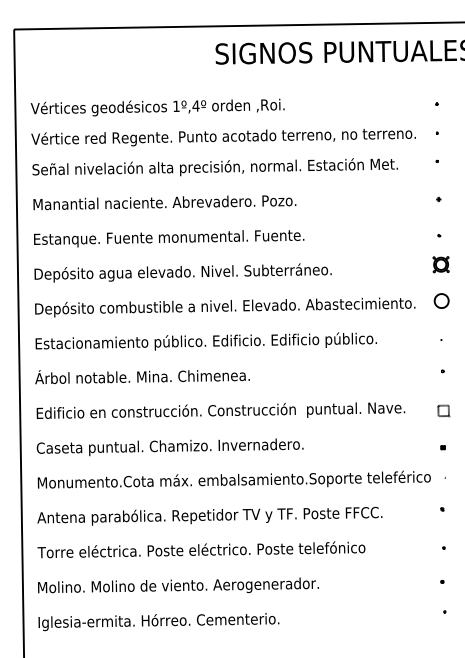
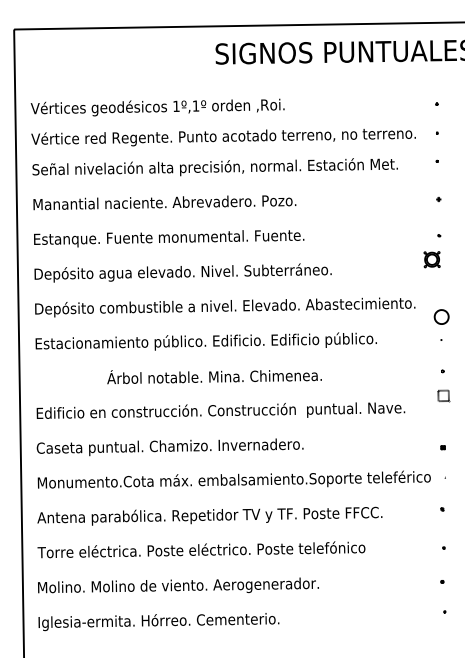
text at (195, 105): 1º,4º -> 1º,1º
part at (440, 264) position: (440, 264) -> (431, 259)
part at (441, 300) position: (441, 300) -> (441, 316)
text at (142, 377) position: (142, 377) -> (214, 377)
part at (443, 410) position: (443, 410) -> (443, 395)
